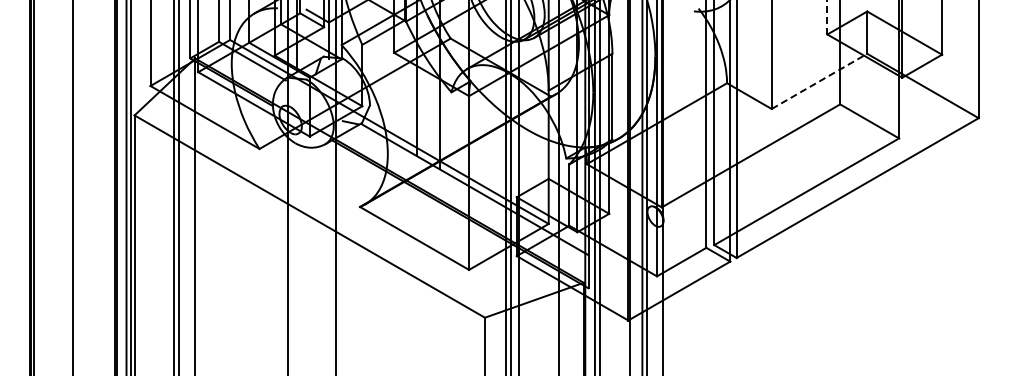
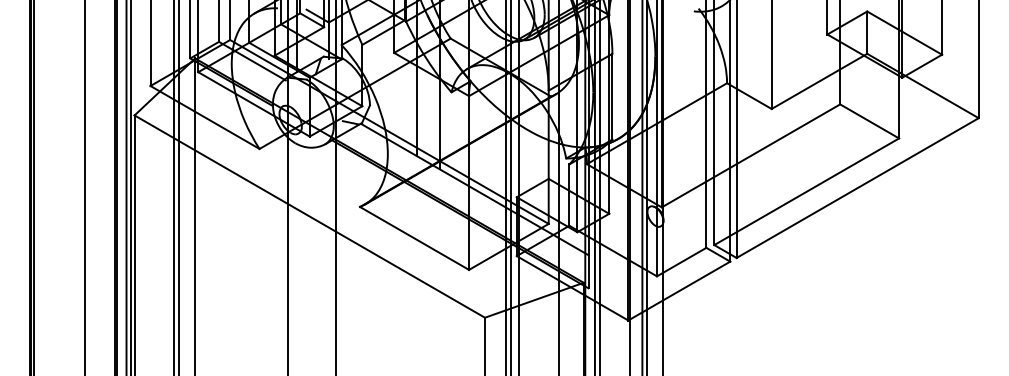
line at (827, 17): dashed -> solid
line at (819, 81): dashed -> solid
line at (73, 187) position: (73, 187) -> (85, 187)
